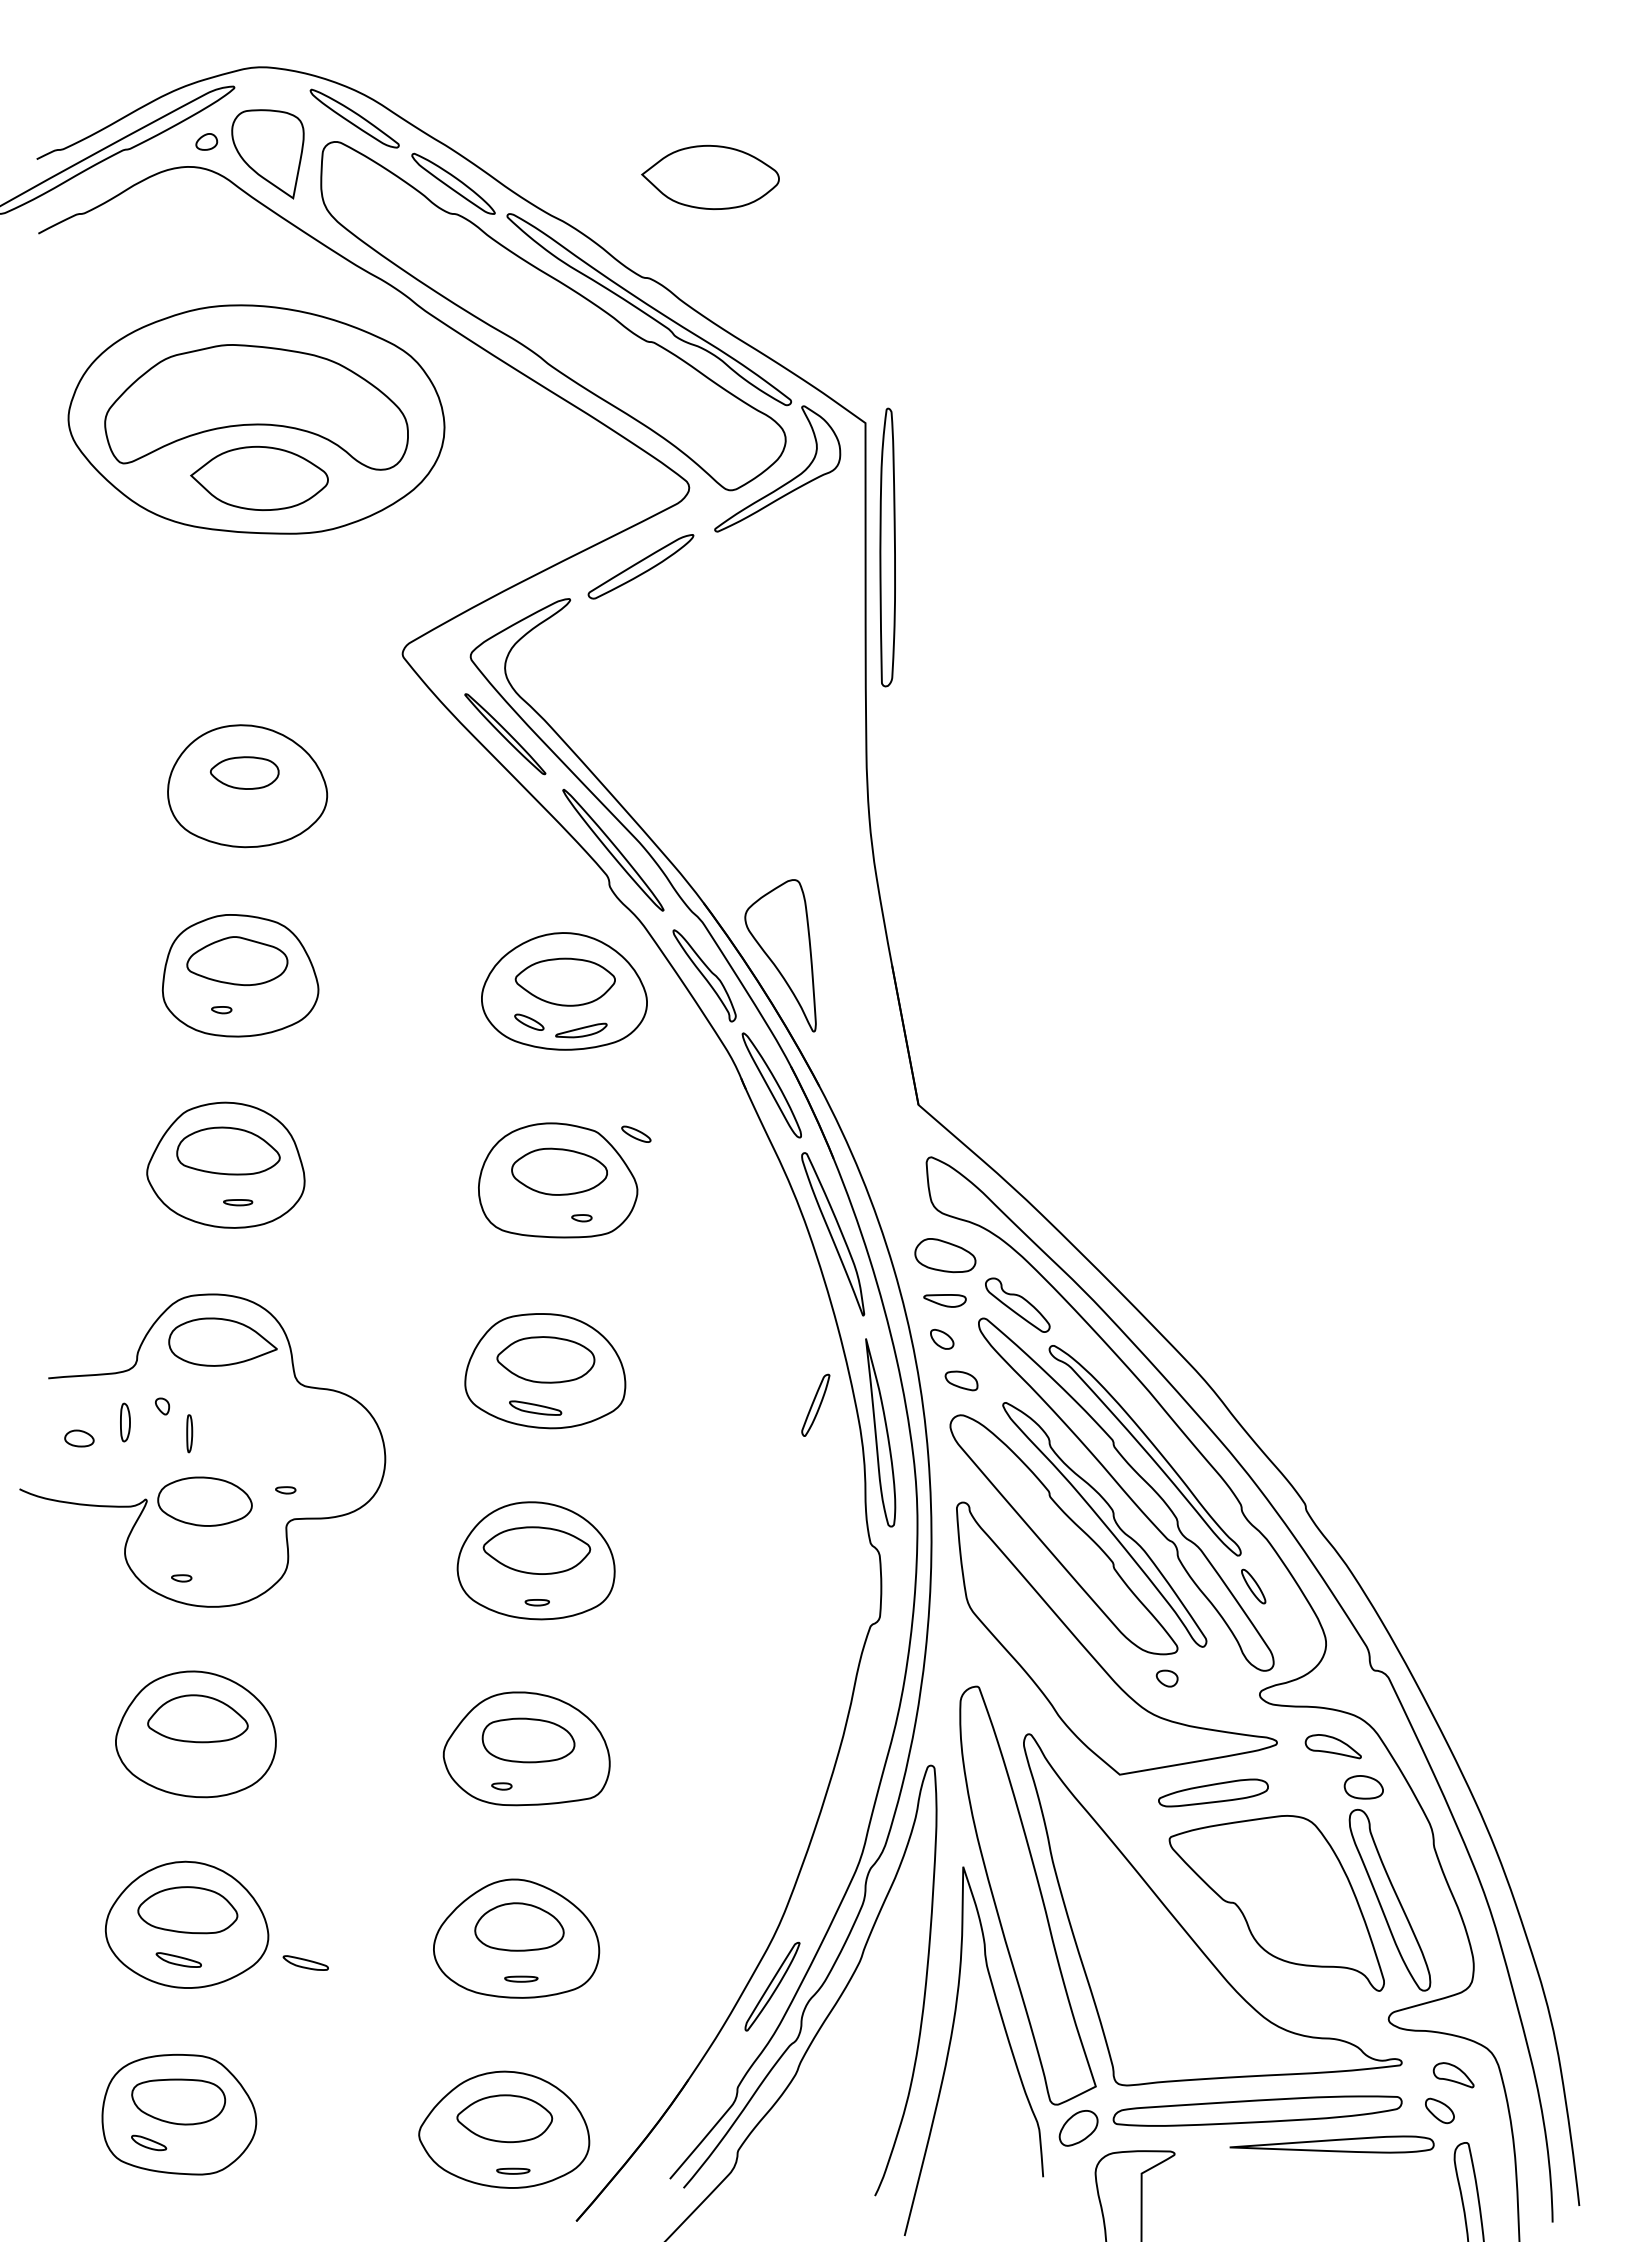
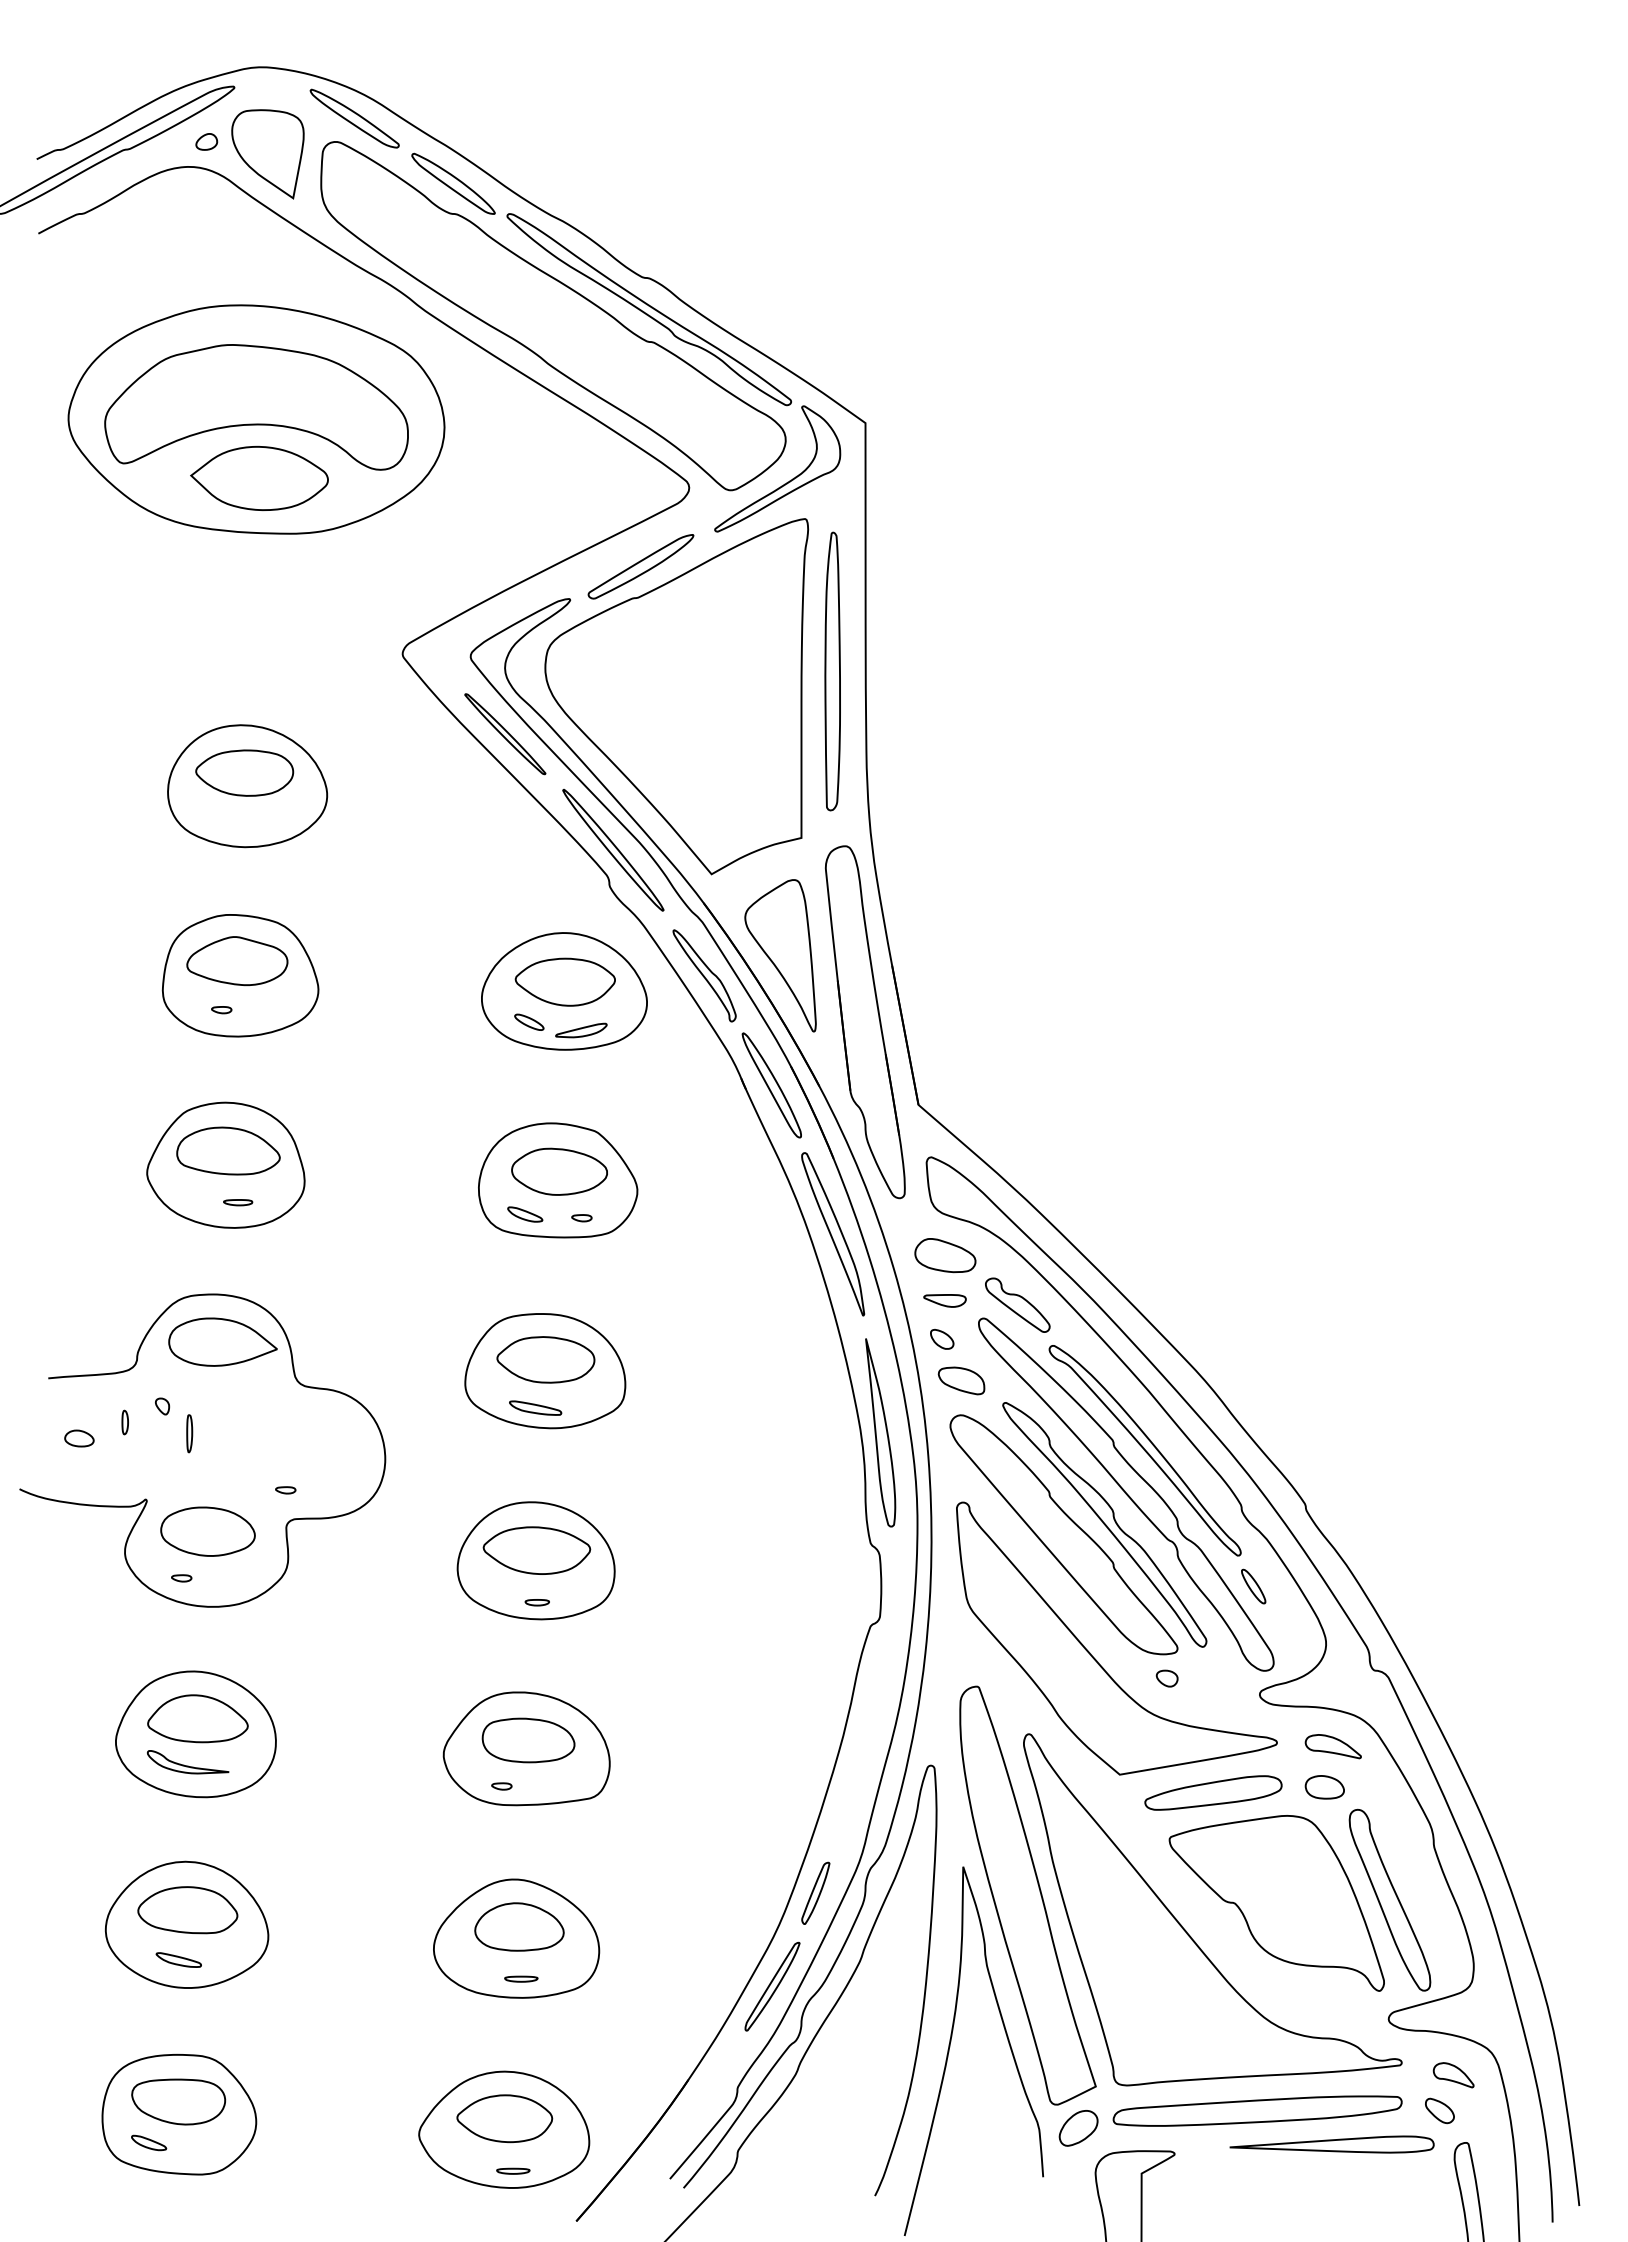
part at (710, 176): present -> none
part at (887, 547) position: (887, 547) -> (832, 671)
part at (676, 696): none -> present
part at (244, 772) size: 70x34 px -> 100x48 px
part at (864, 1022): none -> present
part at (636, 1133): present -> none
part at (525, 1214): none -> present
part at (961, 1380) size: 35x22 px -> 49x30 px
part at (815, 1404) position: (815, 1404) -> (815, 1892)
part at (125, 1422) size: 11x41 px -> 8x27 px
part at (204, 1501) position: (204, 1501) -> (207, 1531)
part at (188, 1762): none -> present
part at (1363, 1787) position: (1363, 1787) -> (1324, 1787)
part at (1213, 1792) size: 111x30 px -> 139x36 px
part at (305, 1962): present -> none
